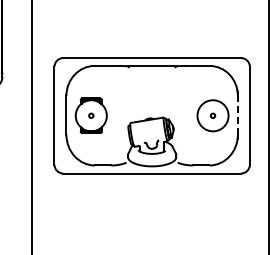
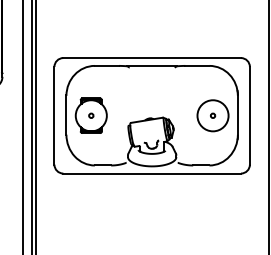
line at (237, 114): dashed -> solid
line at (23, 126): none -> present
line at (35, 126): none -> present
